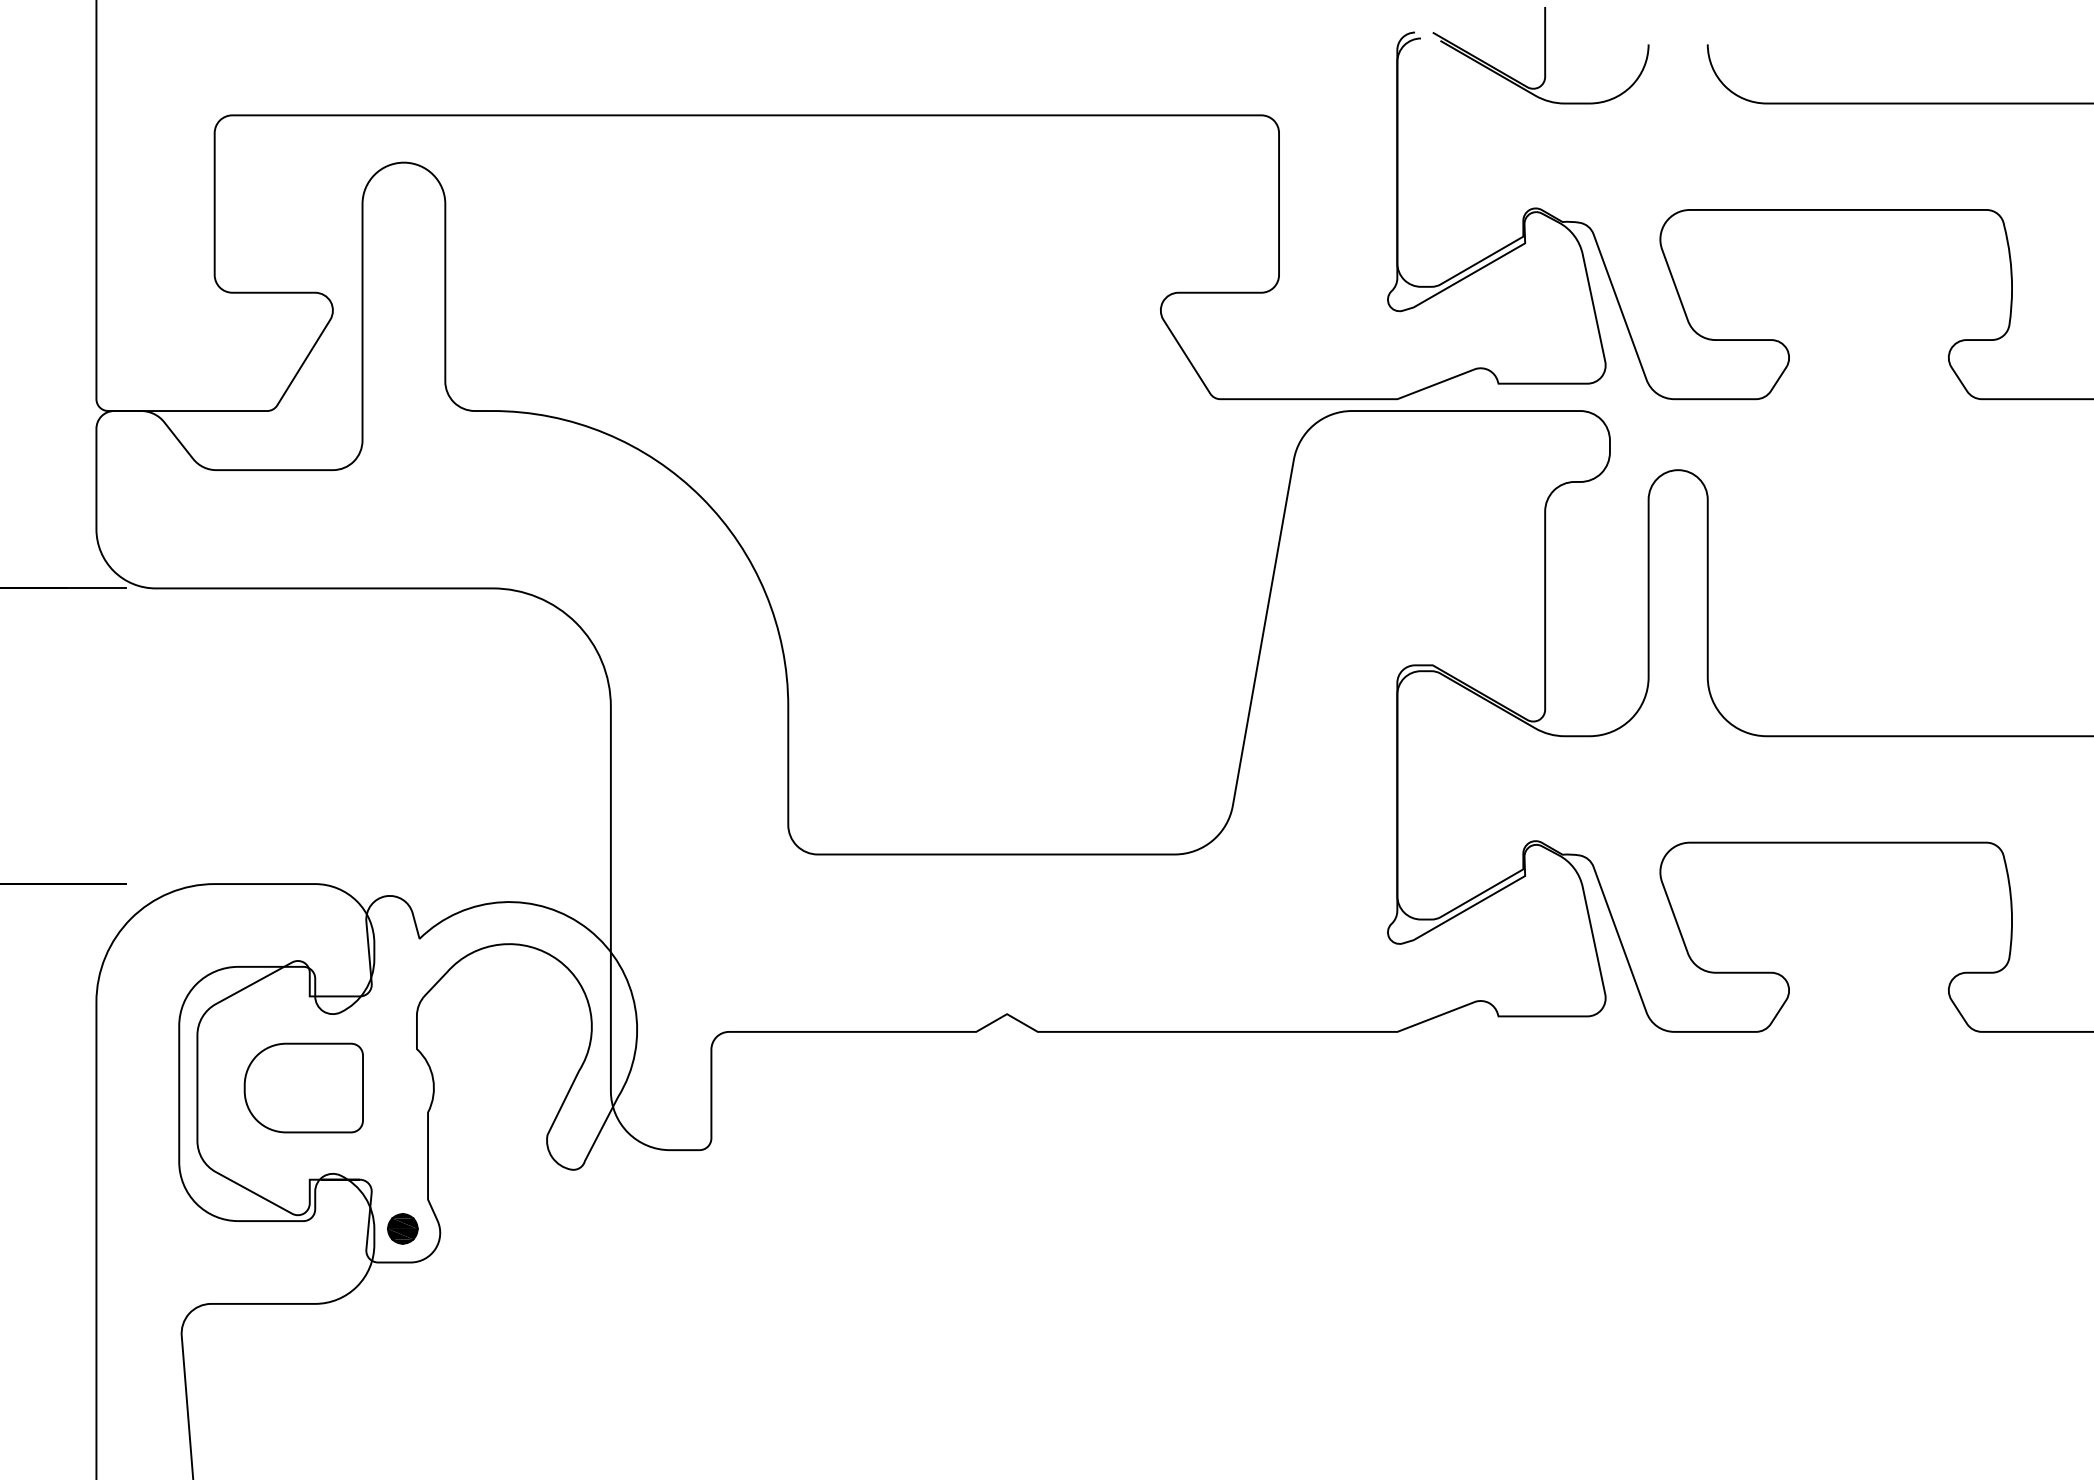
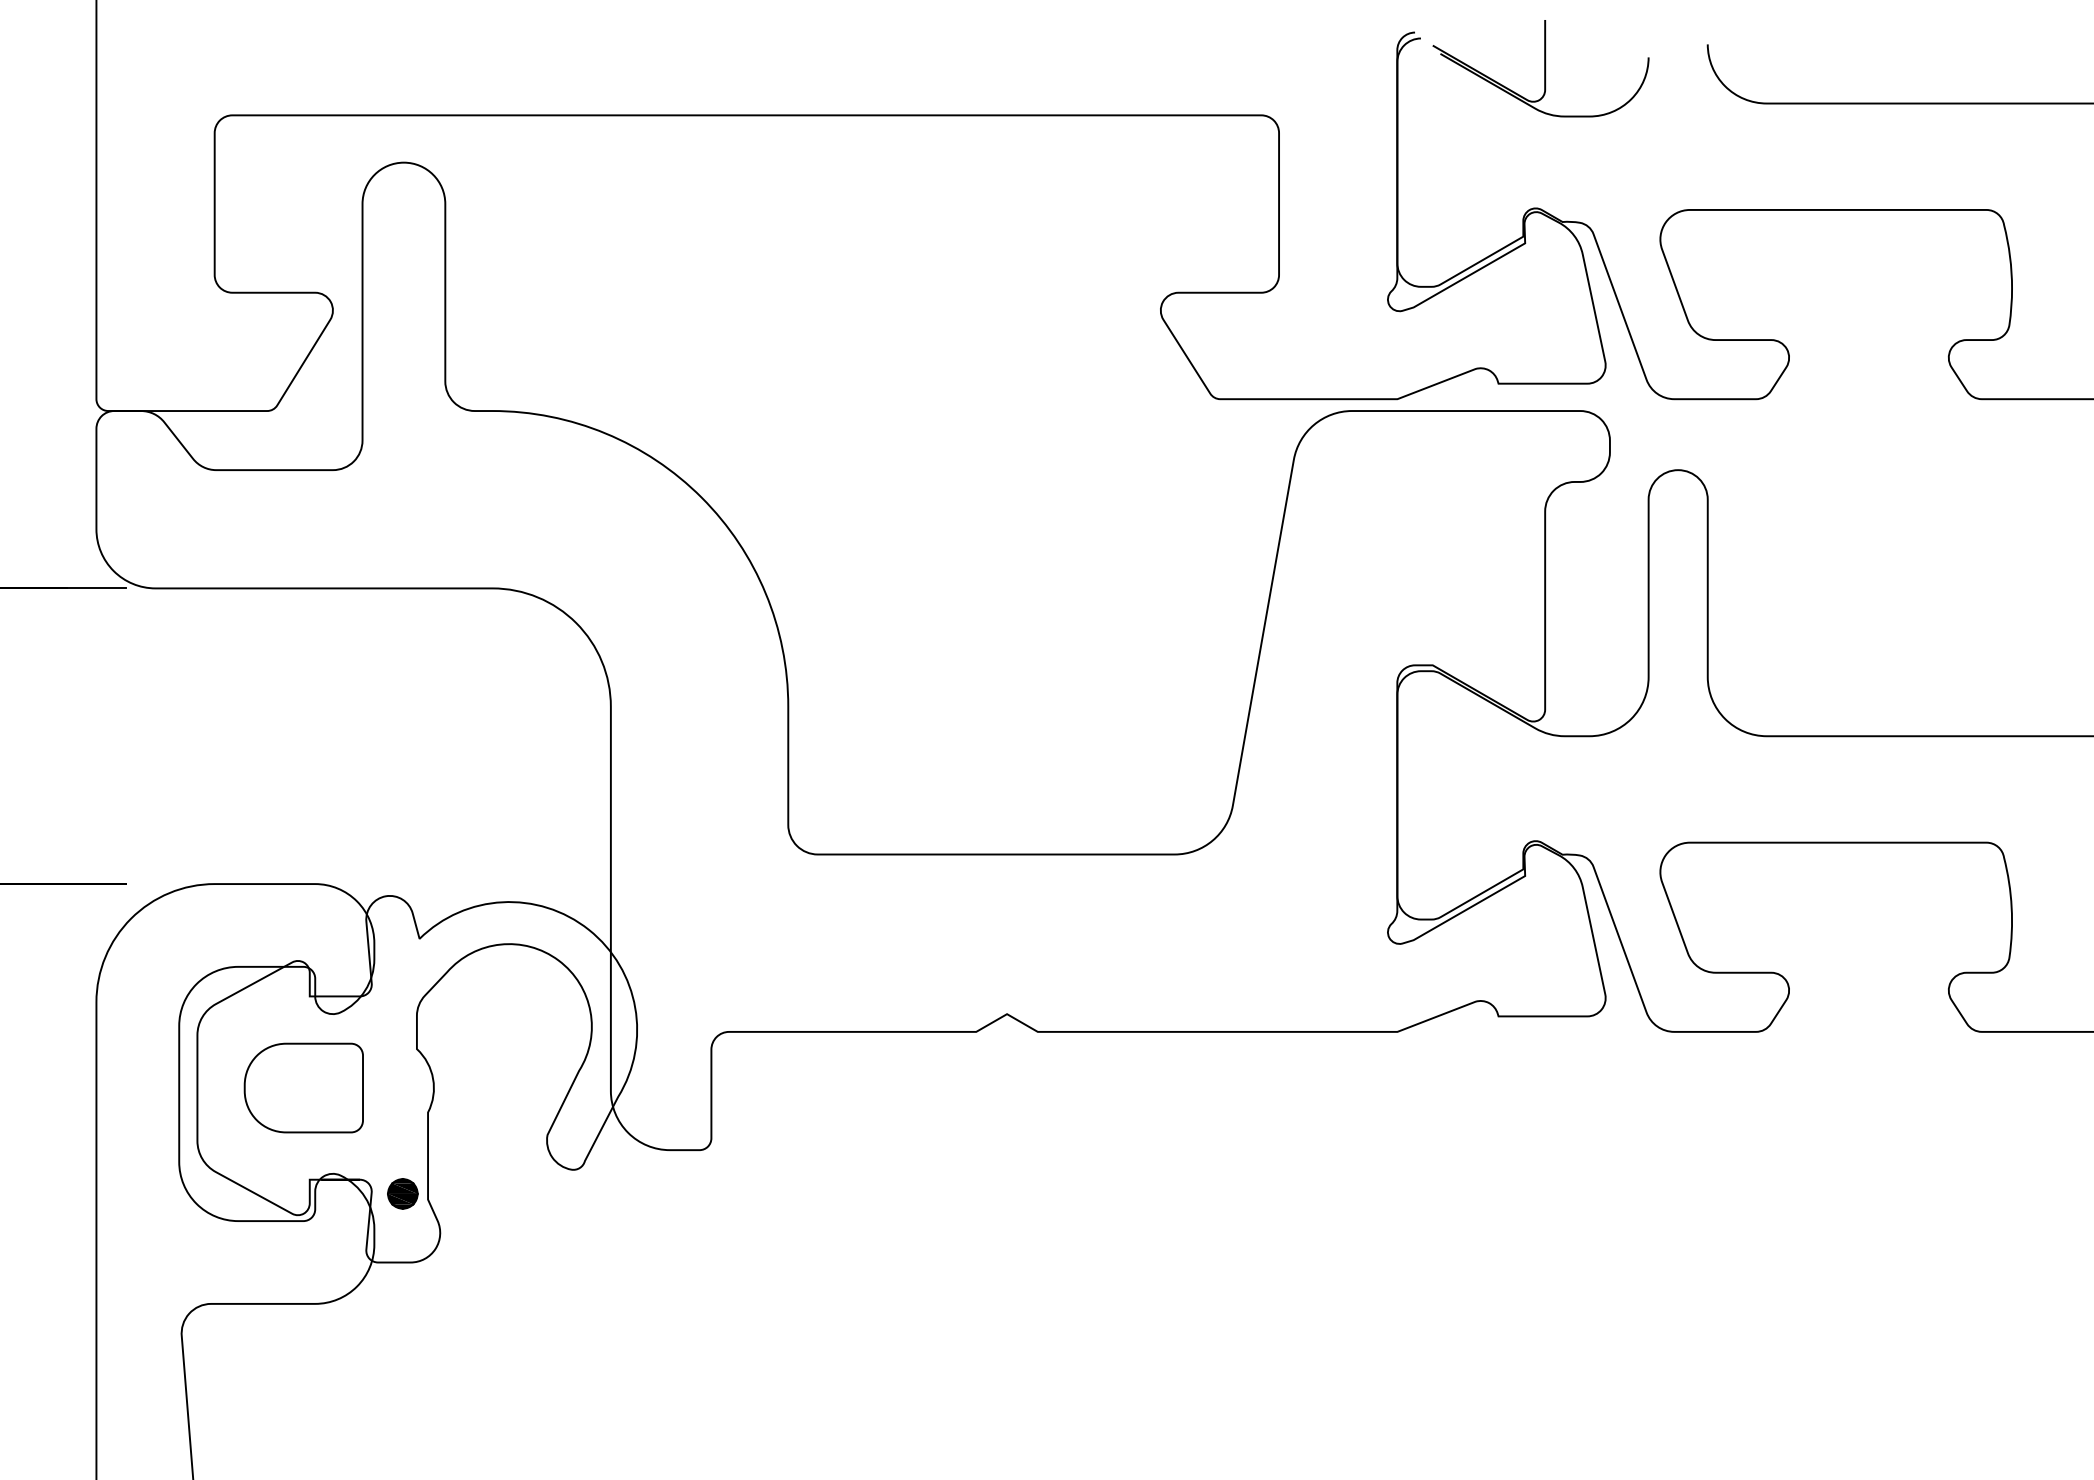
part at (1540, 55) position: (1540, 55) -> (1540, 68)
part at (402, 1228) position: (402, 1228) -> (402, 1193)
